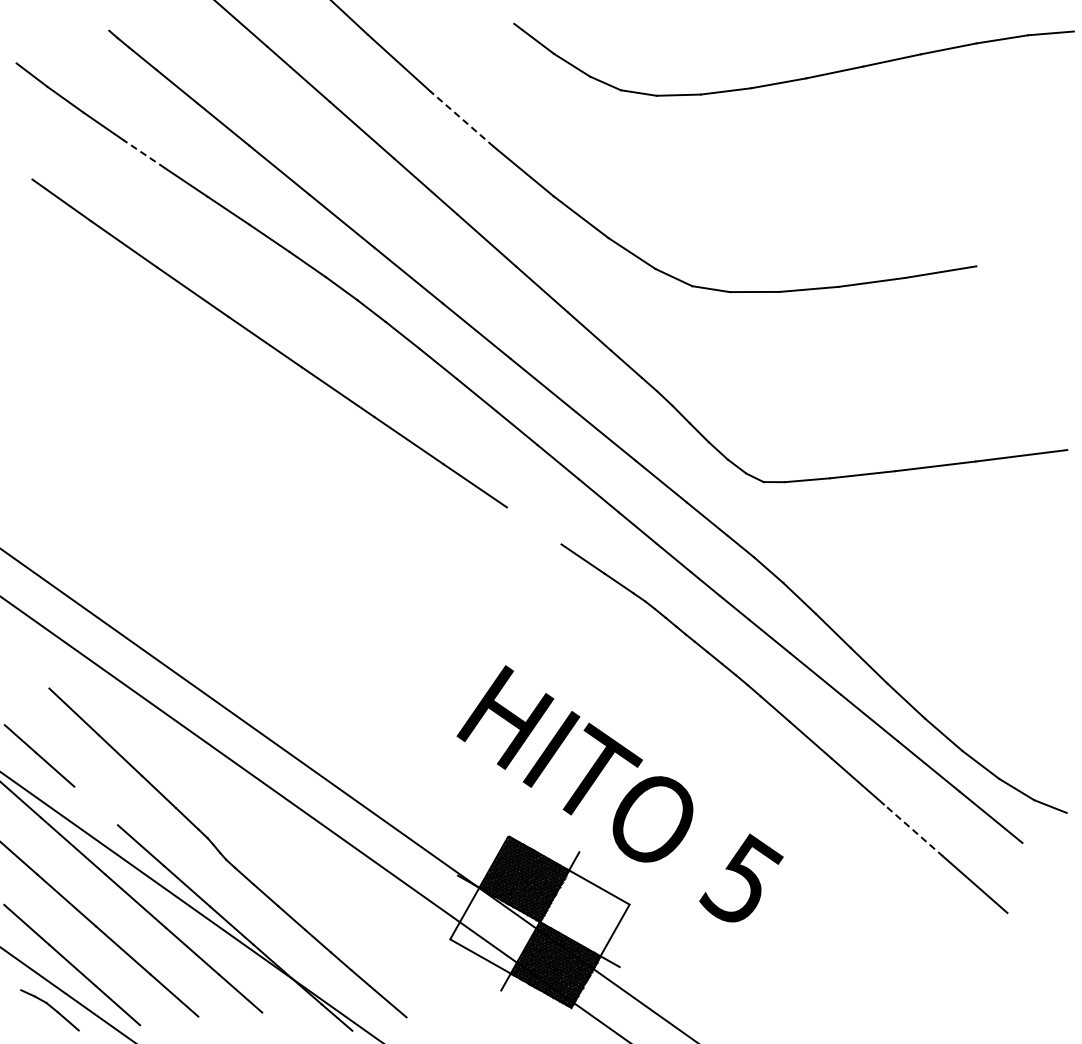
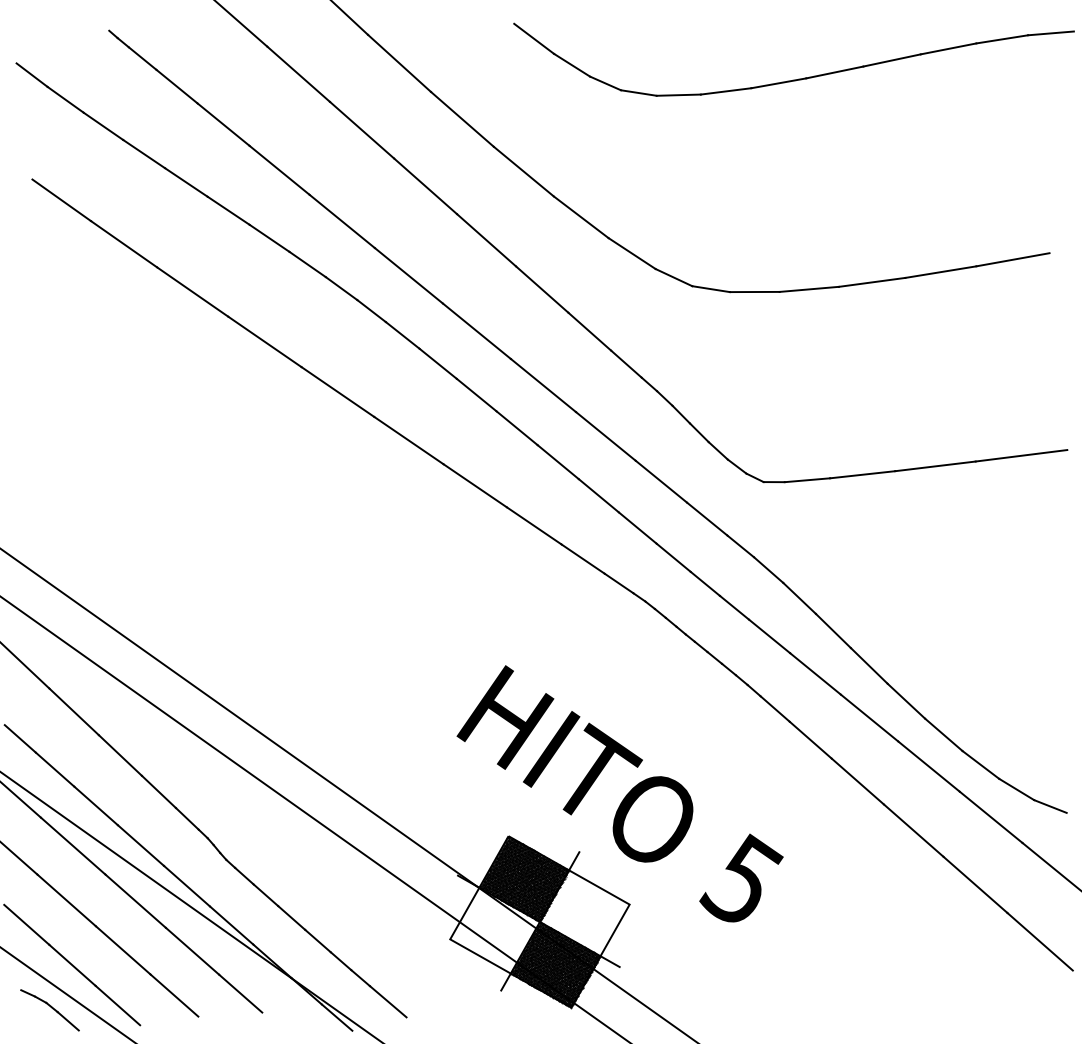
line at (462, 119): dashed -> solid
line at (143, 153): dashed -> solid
line at (1012, 259): none -> present
line at (533, 525): none -> present
line at (25, 666): none -> present
line at (95, 805): none -> present
line at (913, 830): dashed -> solid
line at (1050, 865): none -> present
line at (1039, 941): none -> present
